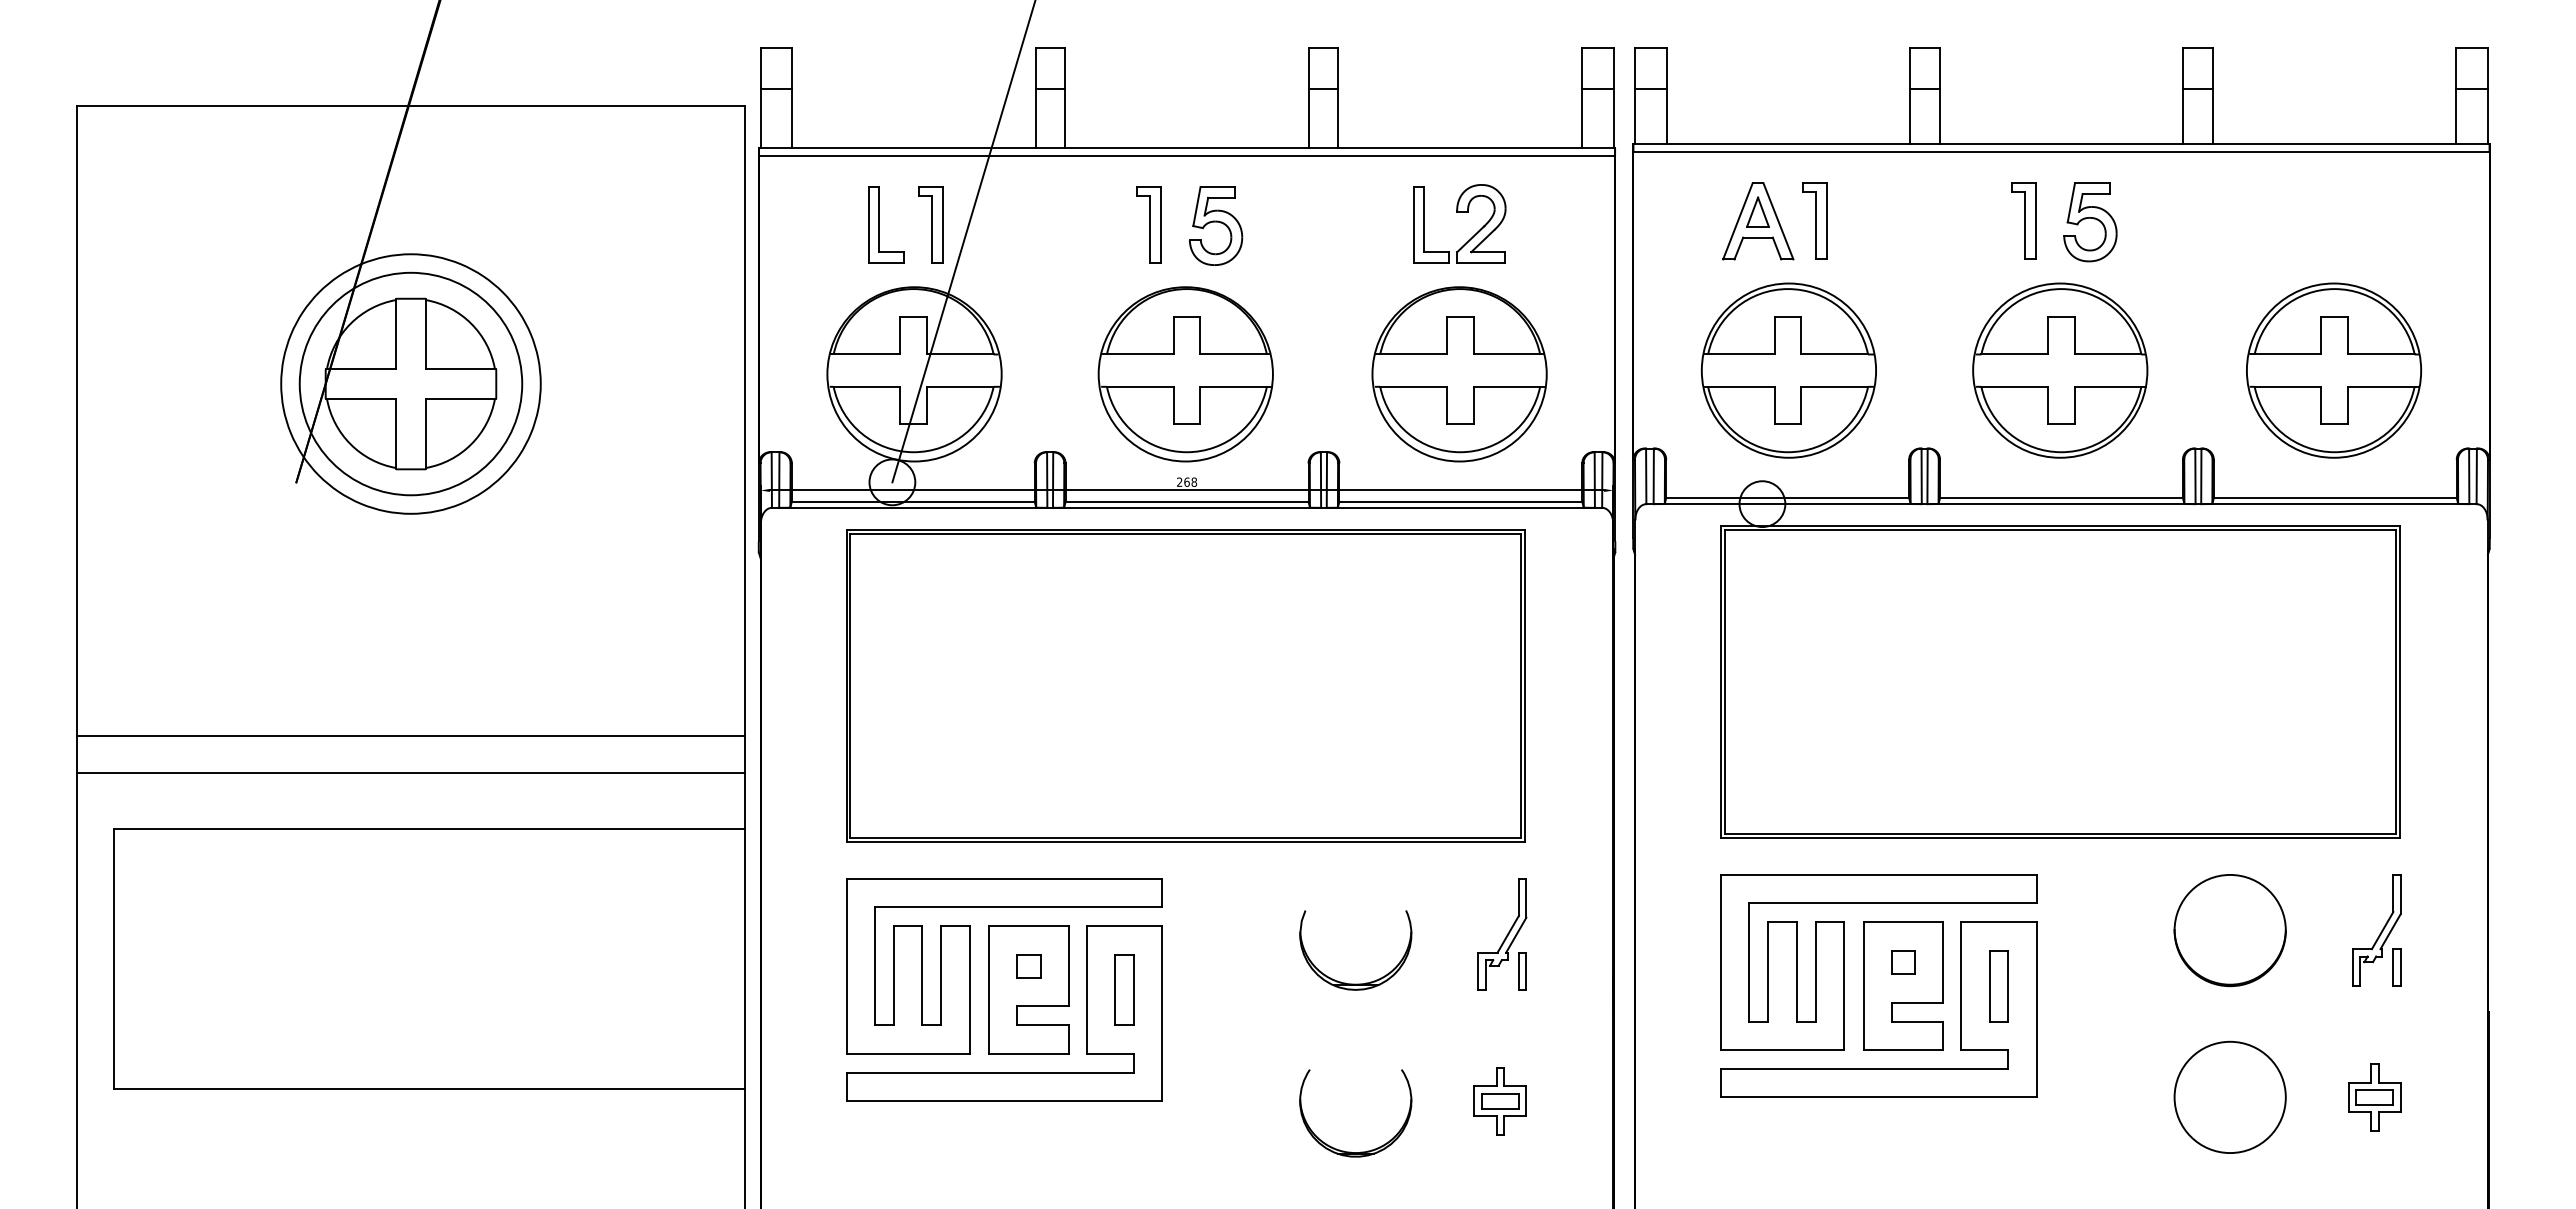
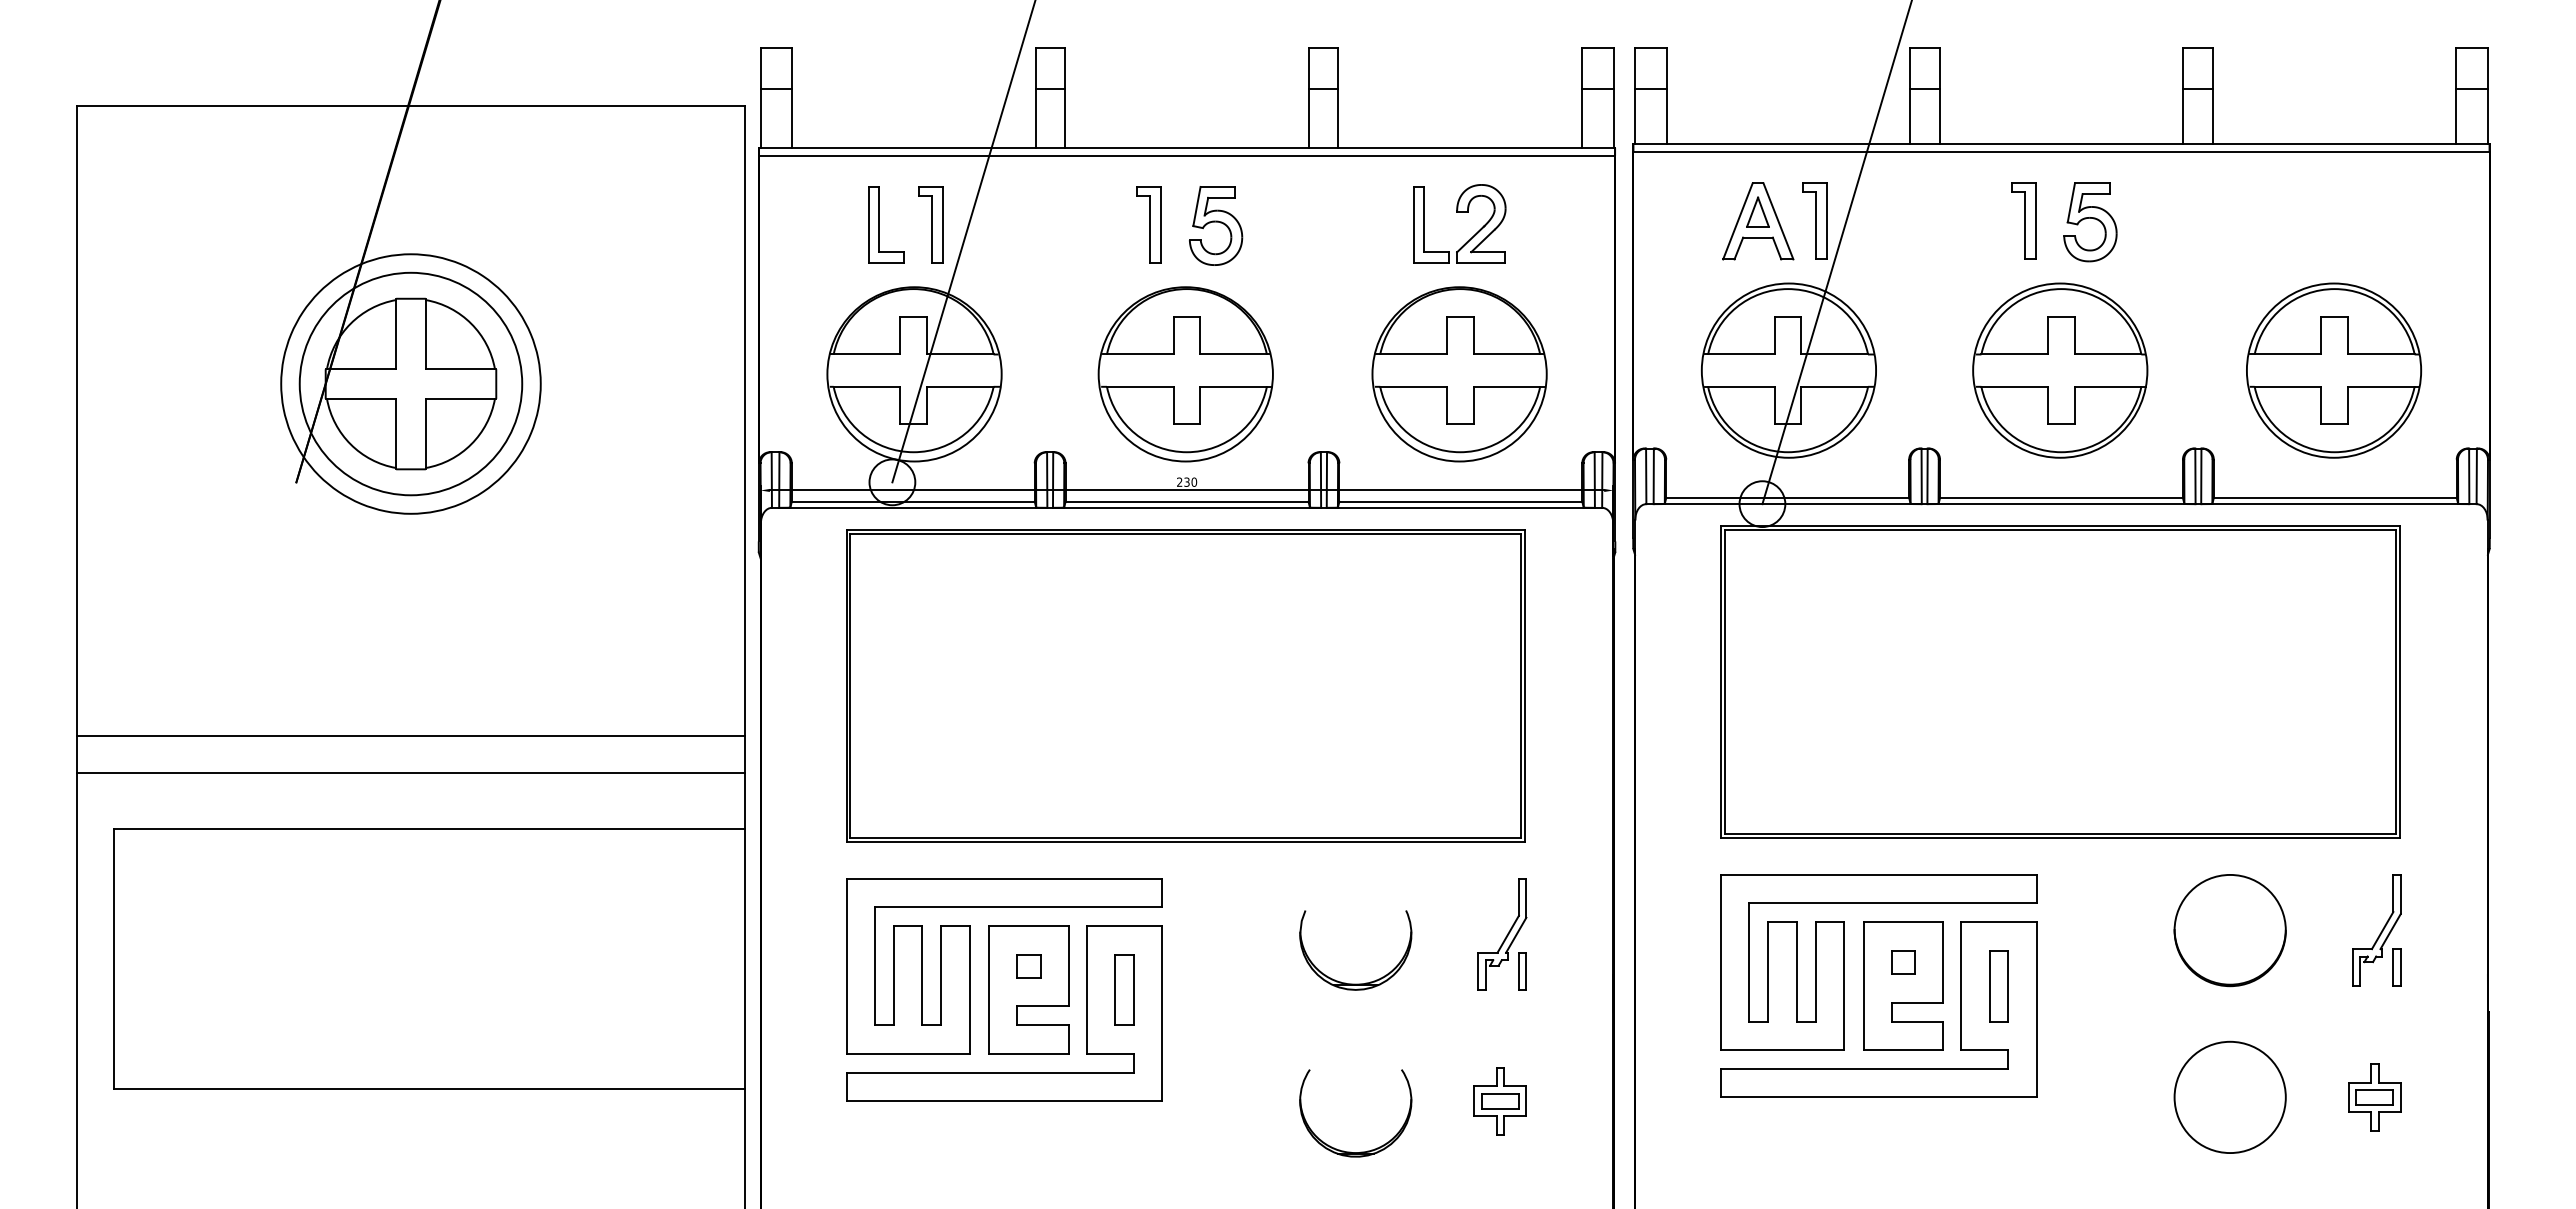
line at (1836, 253): none -> present
text at (1190, 481): 268 -> 230
